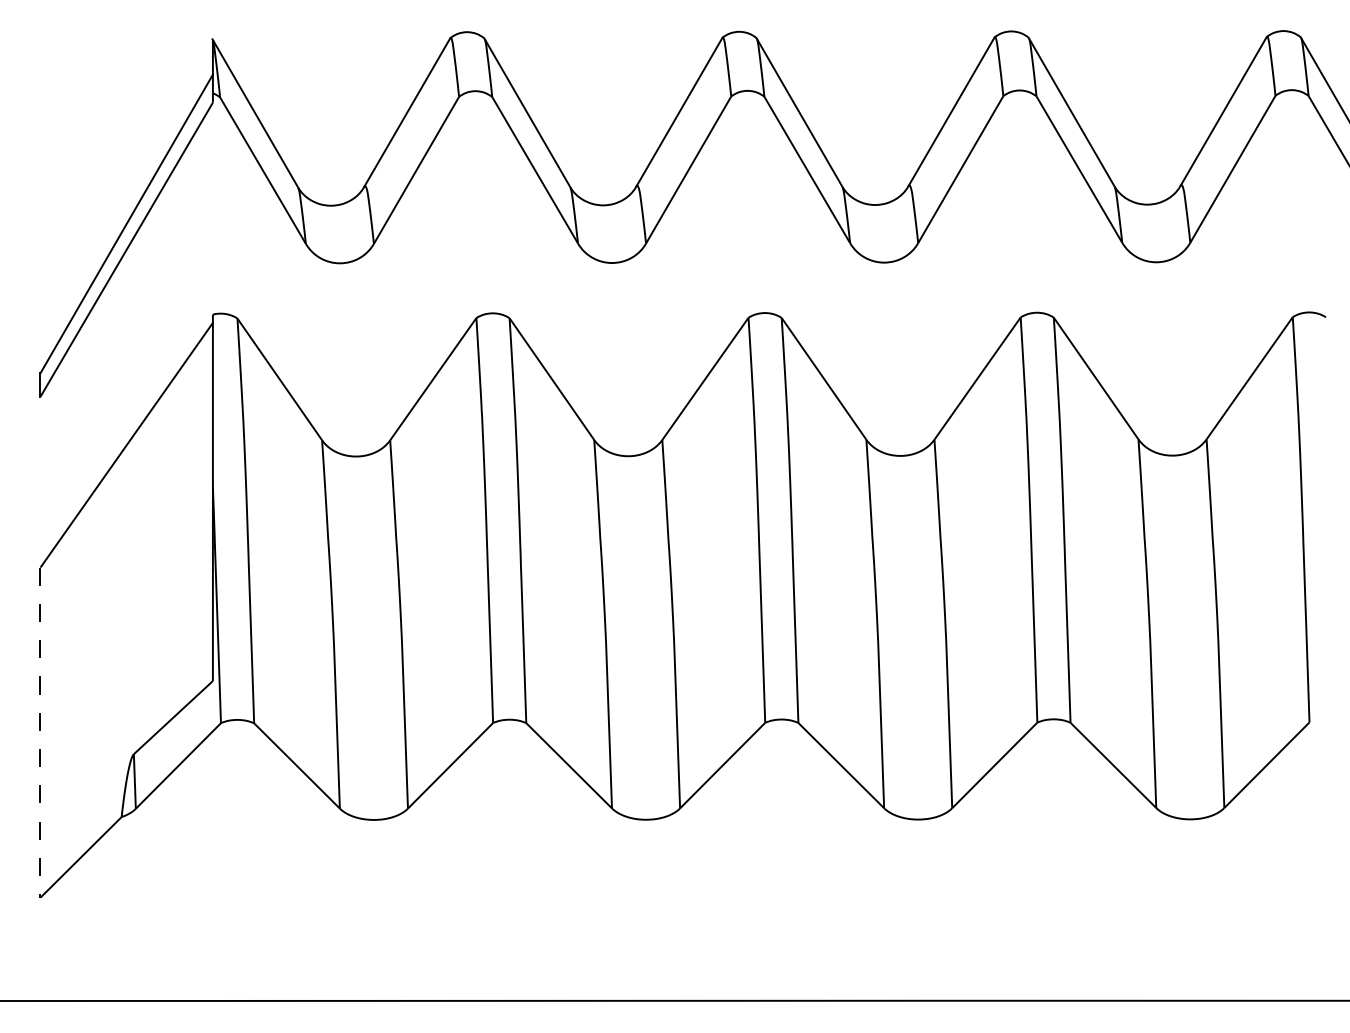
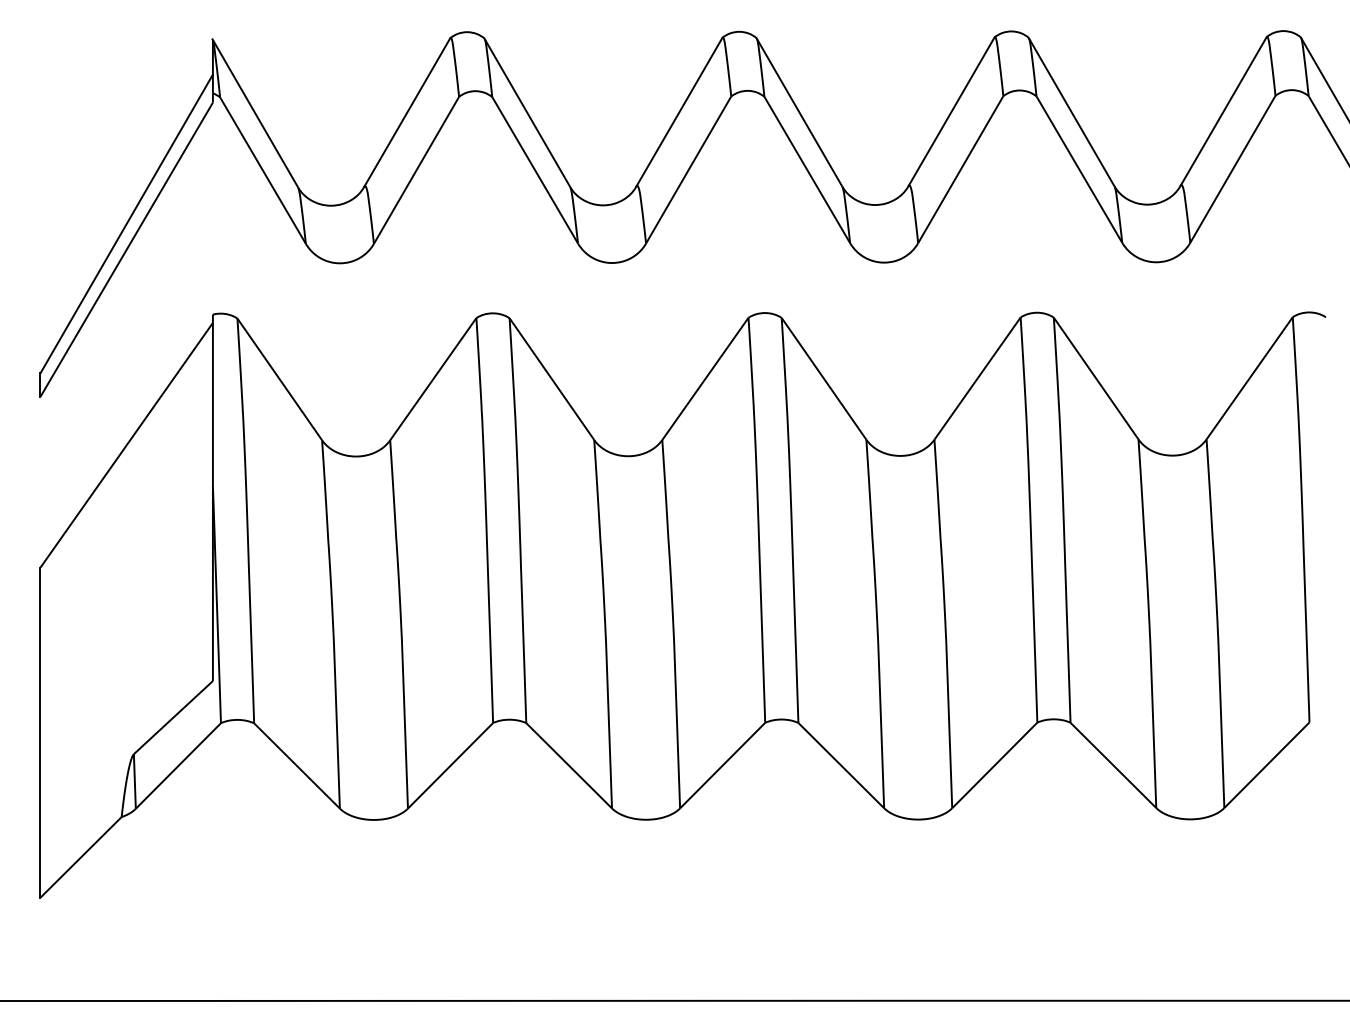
line at (40, 733): dashed -> solid
